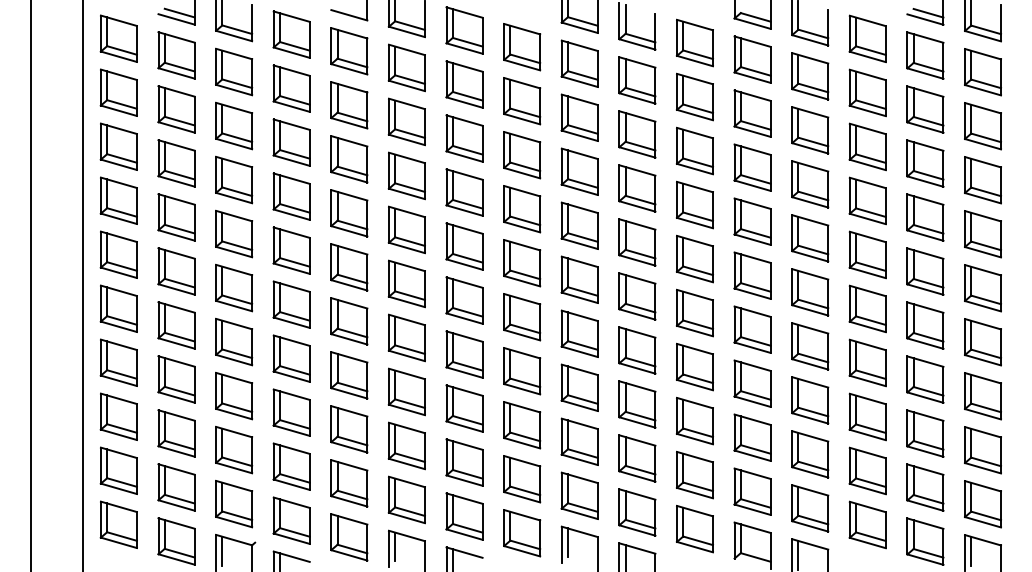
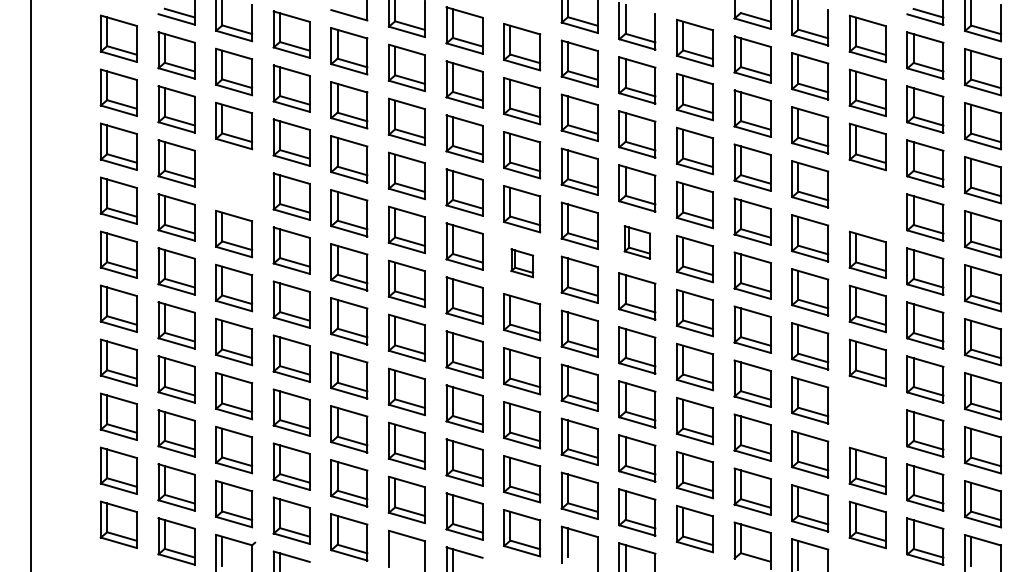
part at (234, 179): present -> none
part at (867, 200): present -> none
part at (637, 242) size: 39x49 px -> 28x35 px
part at (522, 263) size: 39x49 px -> 25x31 px
line at (82, 285): present -> none
part at (867, 416): present -> none
line at (395, 546): present -> none
